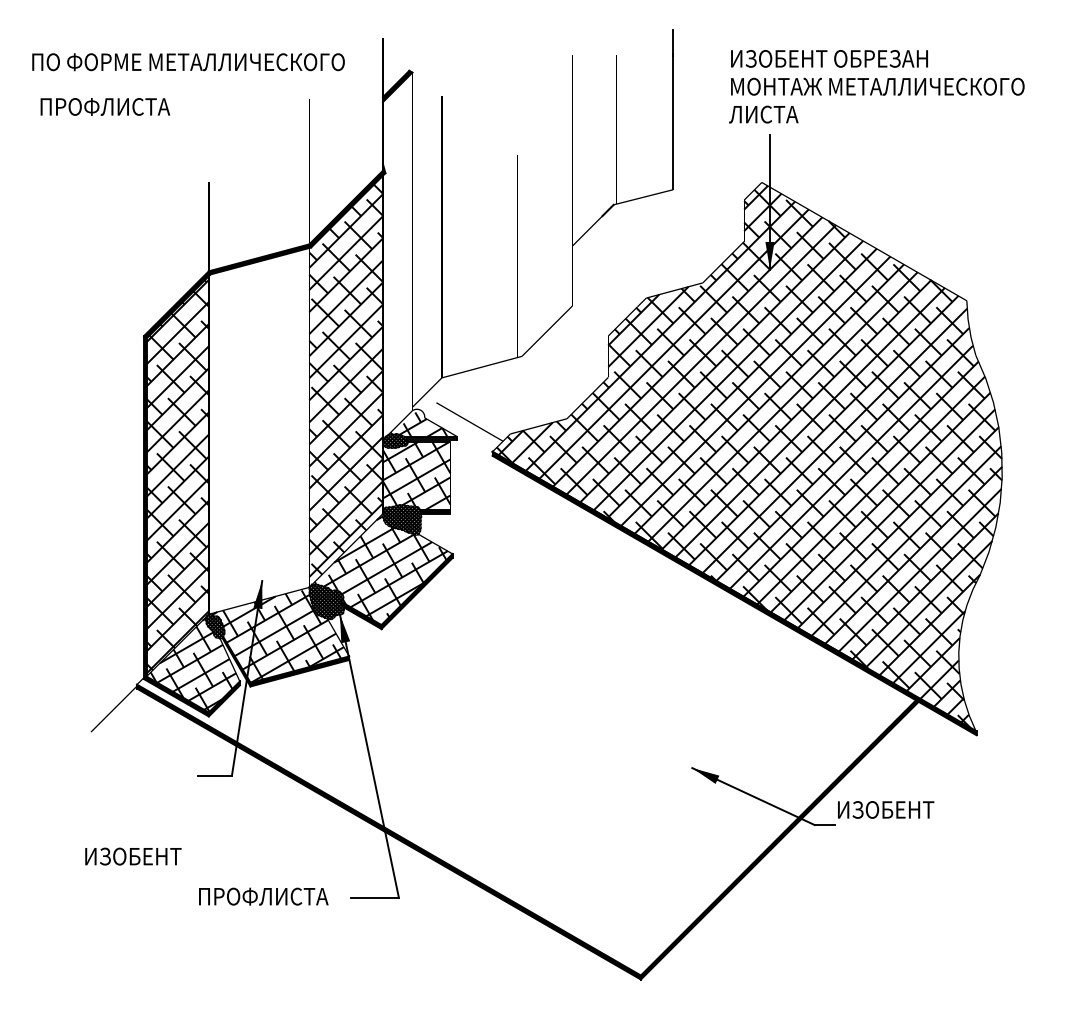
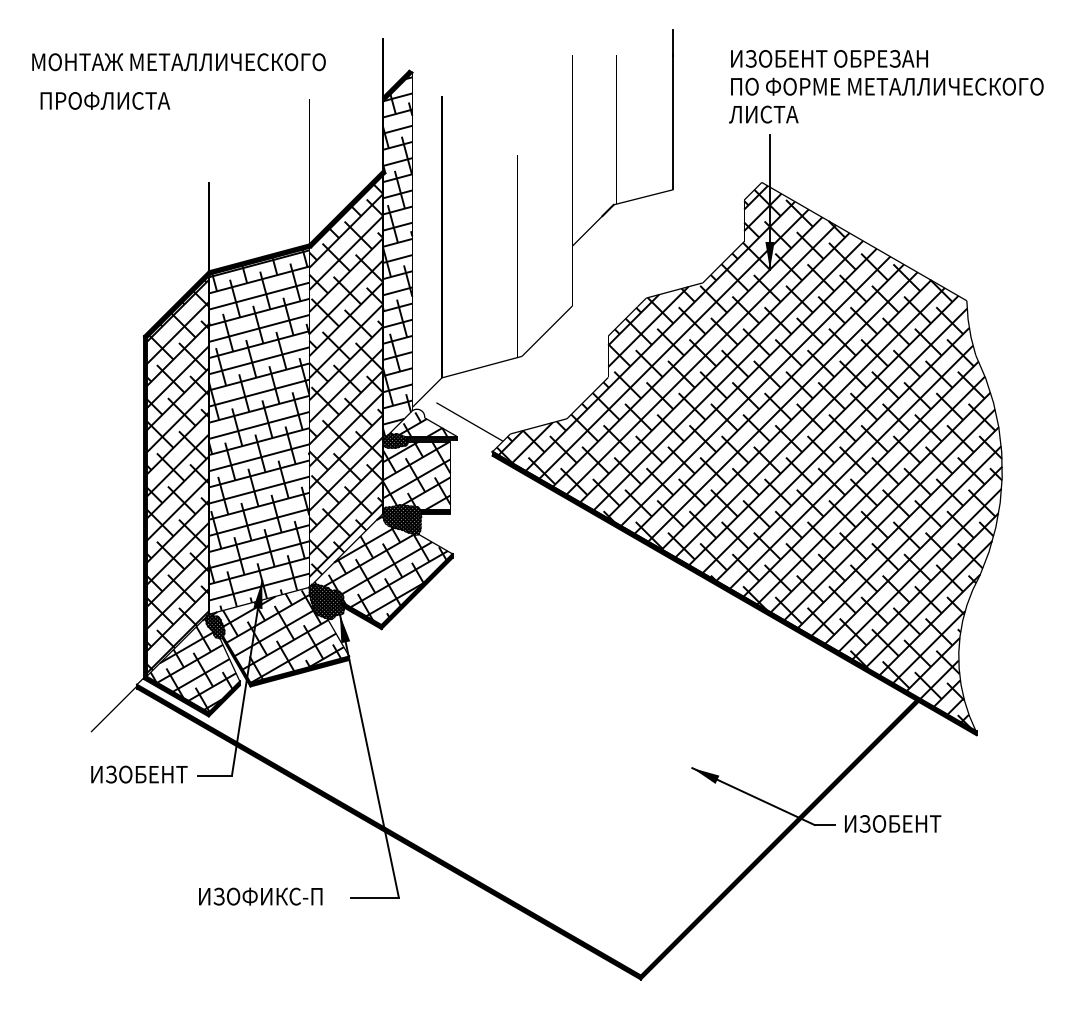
text at (188, 62): ПО ФОРМЕ МЕТАЛЛИЧЕСКОГО -> МОНТАЖ МЕТАЛЛИЧЕСКОГО
text at (887, 86): МОНТАЖ МЕТАЛЛИЧЕСКОГО -> ПО ФОРМЕ МЕТАЛЛИЧЕСКОГО
text at (105, 106) position: (105, 106) -> (105, 100)
hatch at (397, 256): none -> present
hatch at (258, 429): none -> present
text at (886, 809) position: (886, 809) -> (893, 823)
text at (133, 856) position: (133, 856) -> (139, 774)
text at (264, 896): ПРОФЛИСТА -> ИЗОФИКС-П
